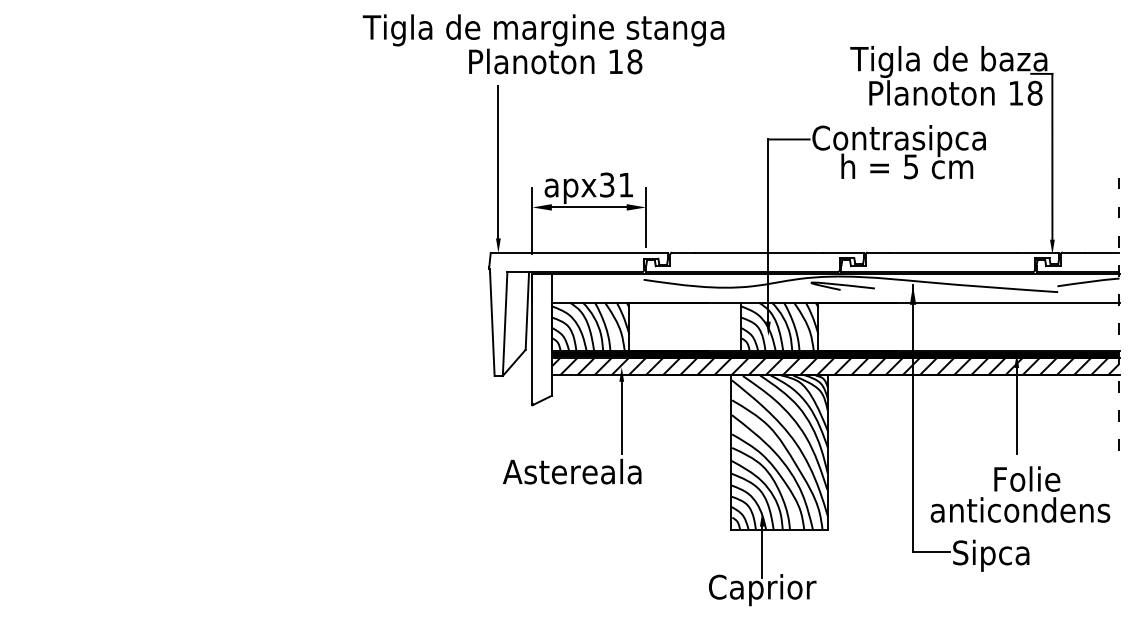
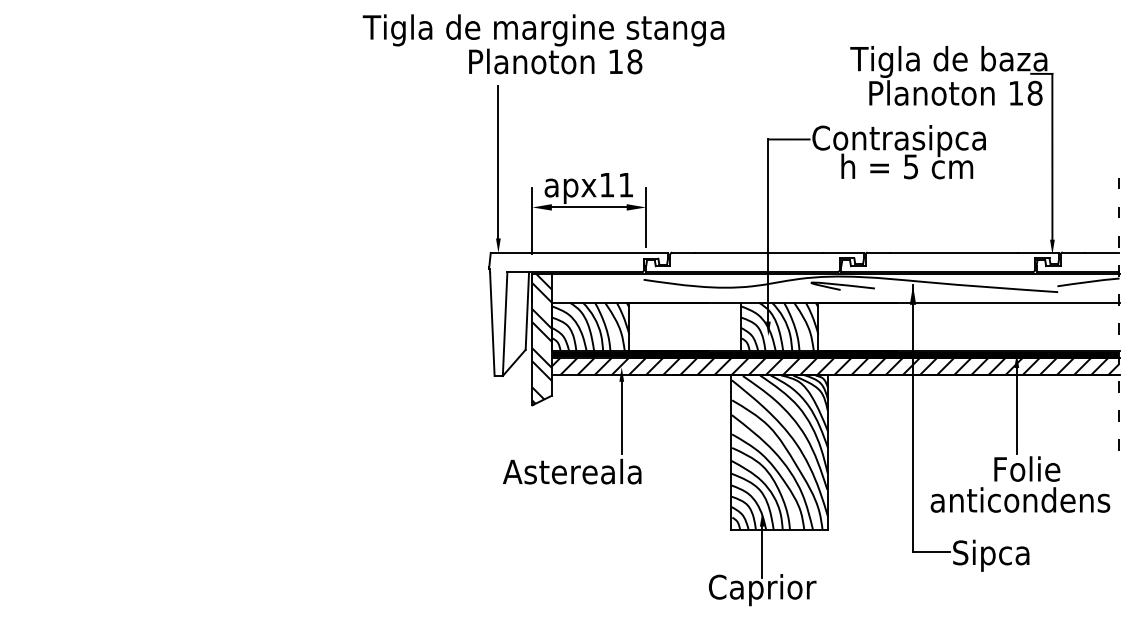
text at (607, 184): apx31 -> apx11
hatch at (541, 338): none -> present
text at (1020, 494) position: (1020, 494) -> (1020, 484)
